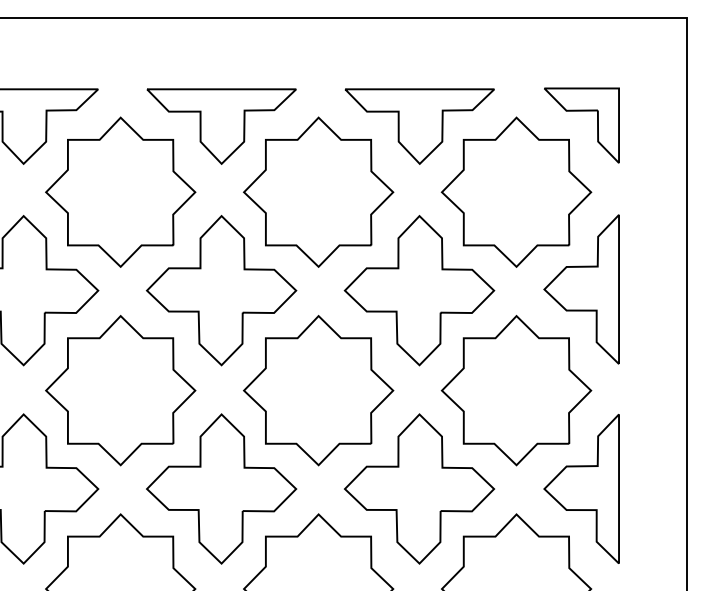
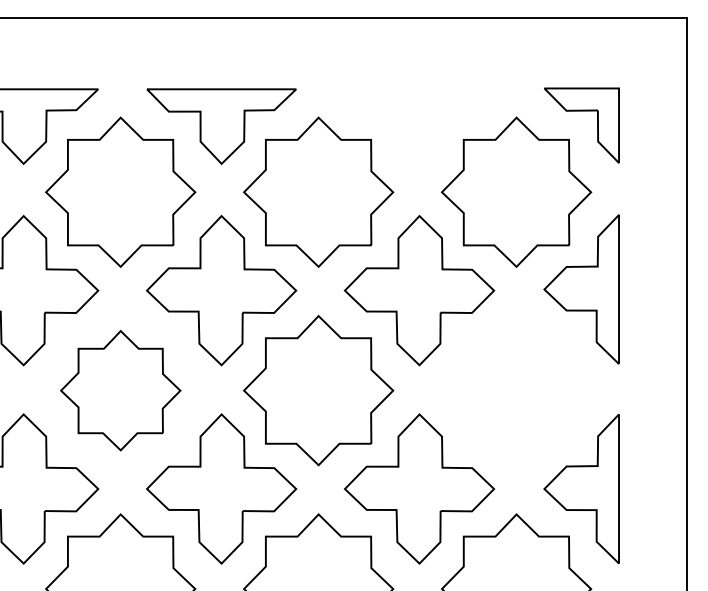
part at (419, 126): present -> none
part at (120, 390) size: 152x152 px -> 122x122 px
part at (516, 390): present -> none
